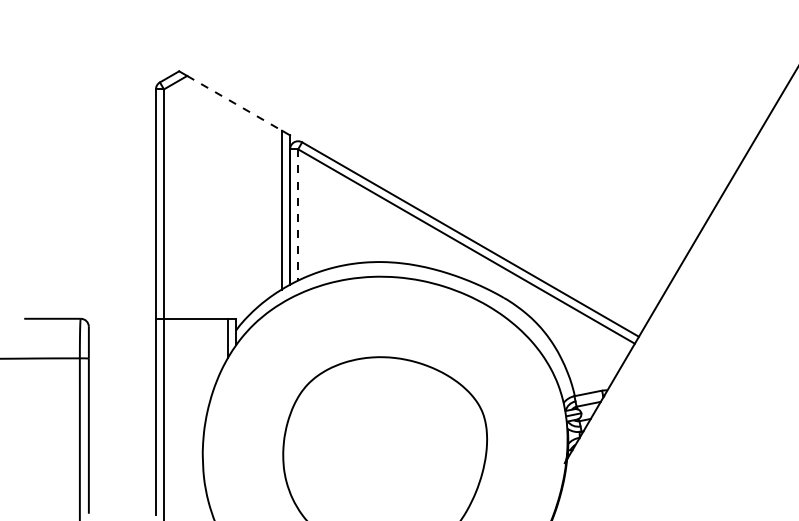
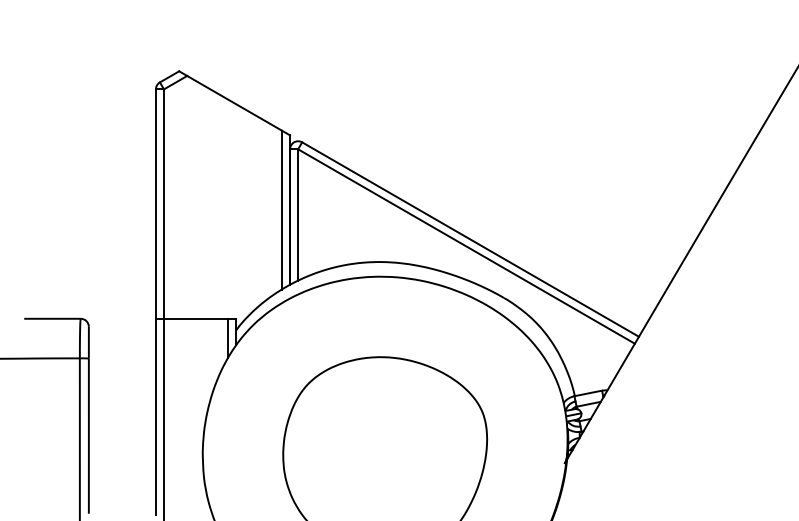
line at (234, 103): dashed -> solid
line at (298, 214): dashed -> solid
